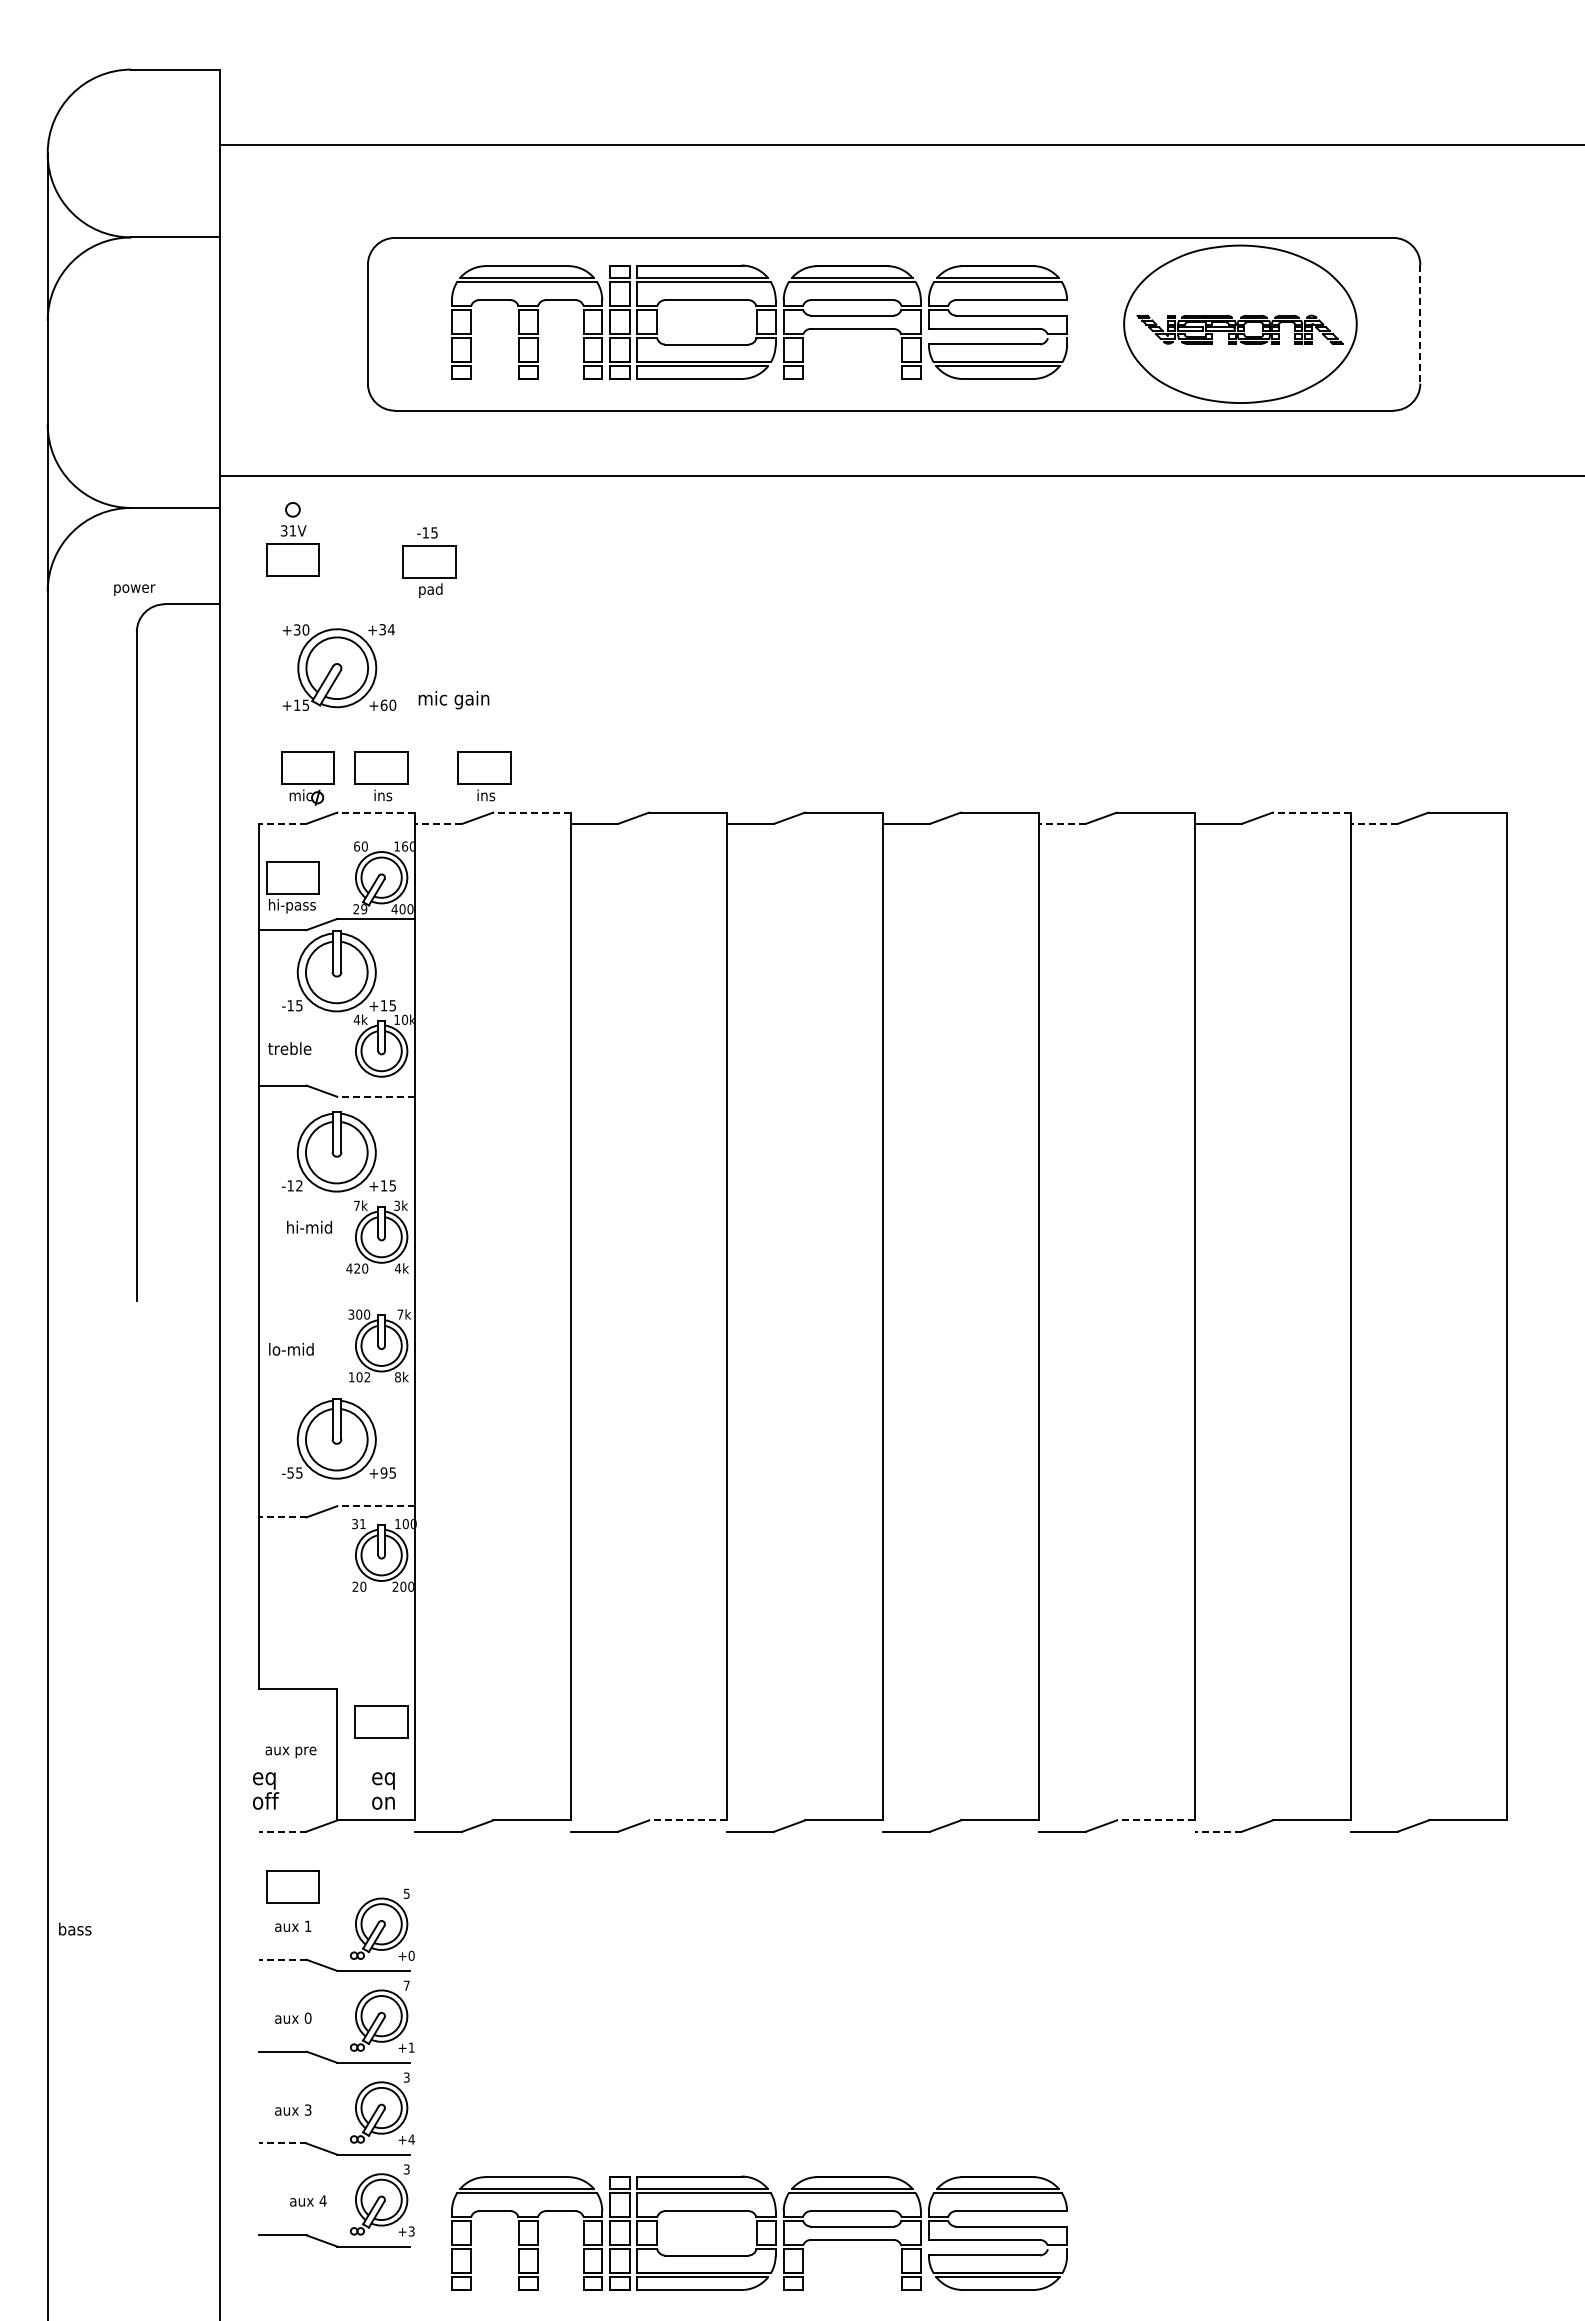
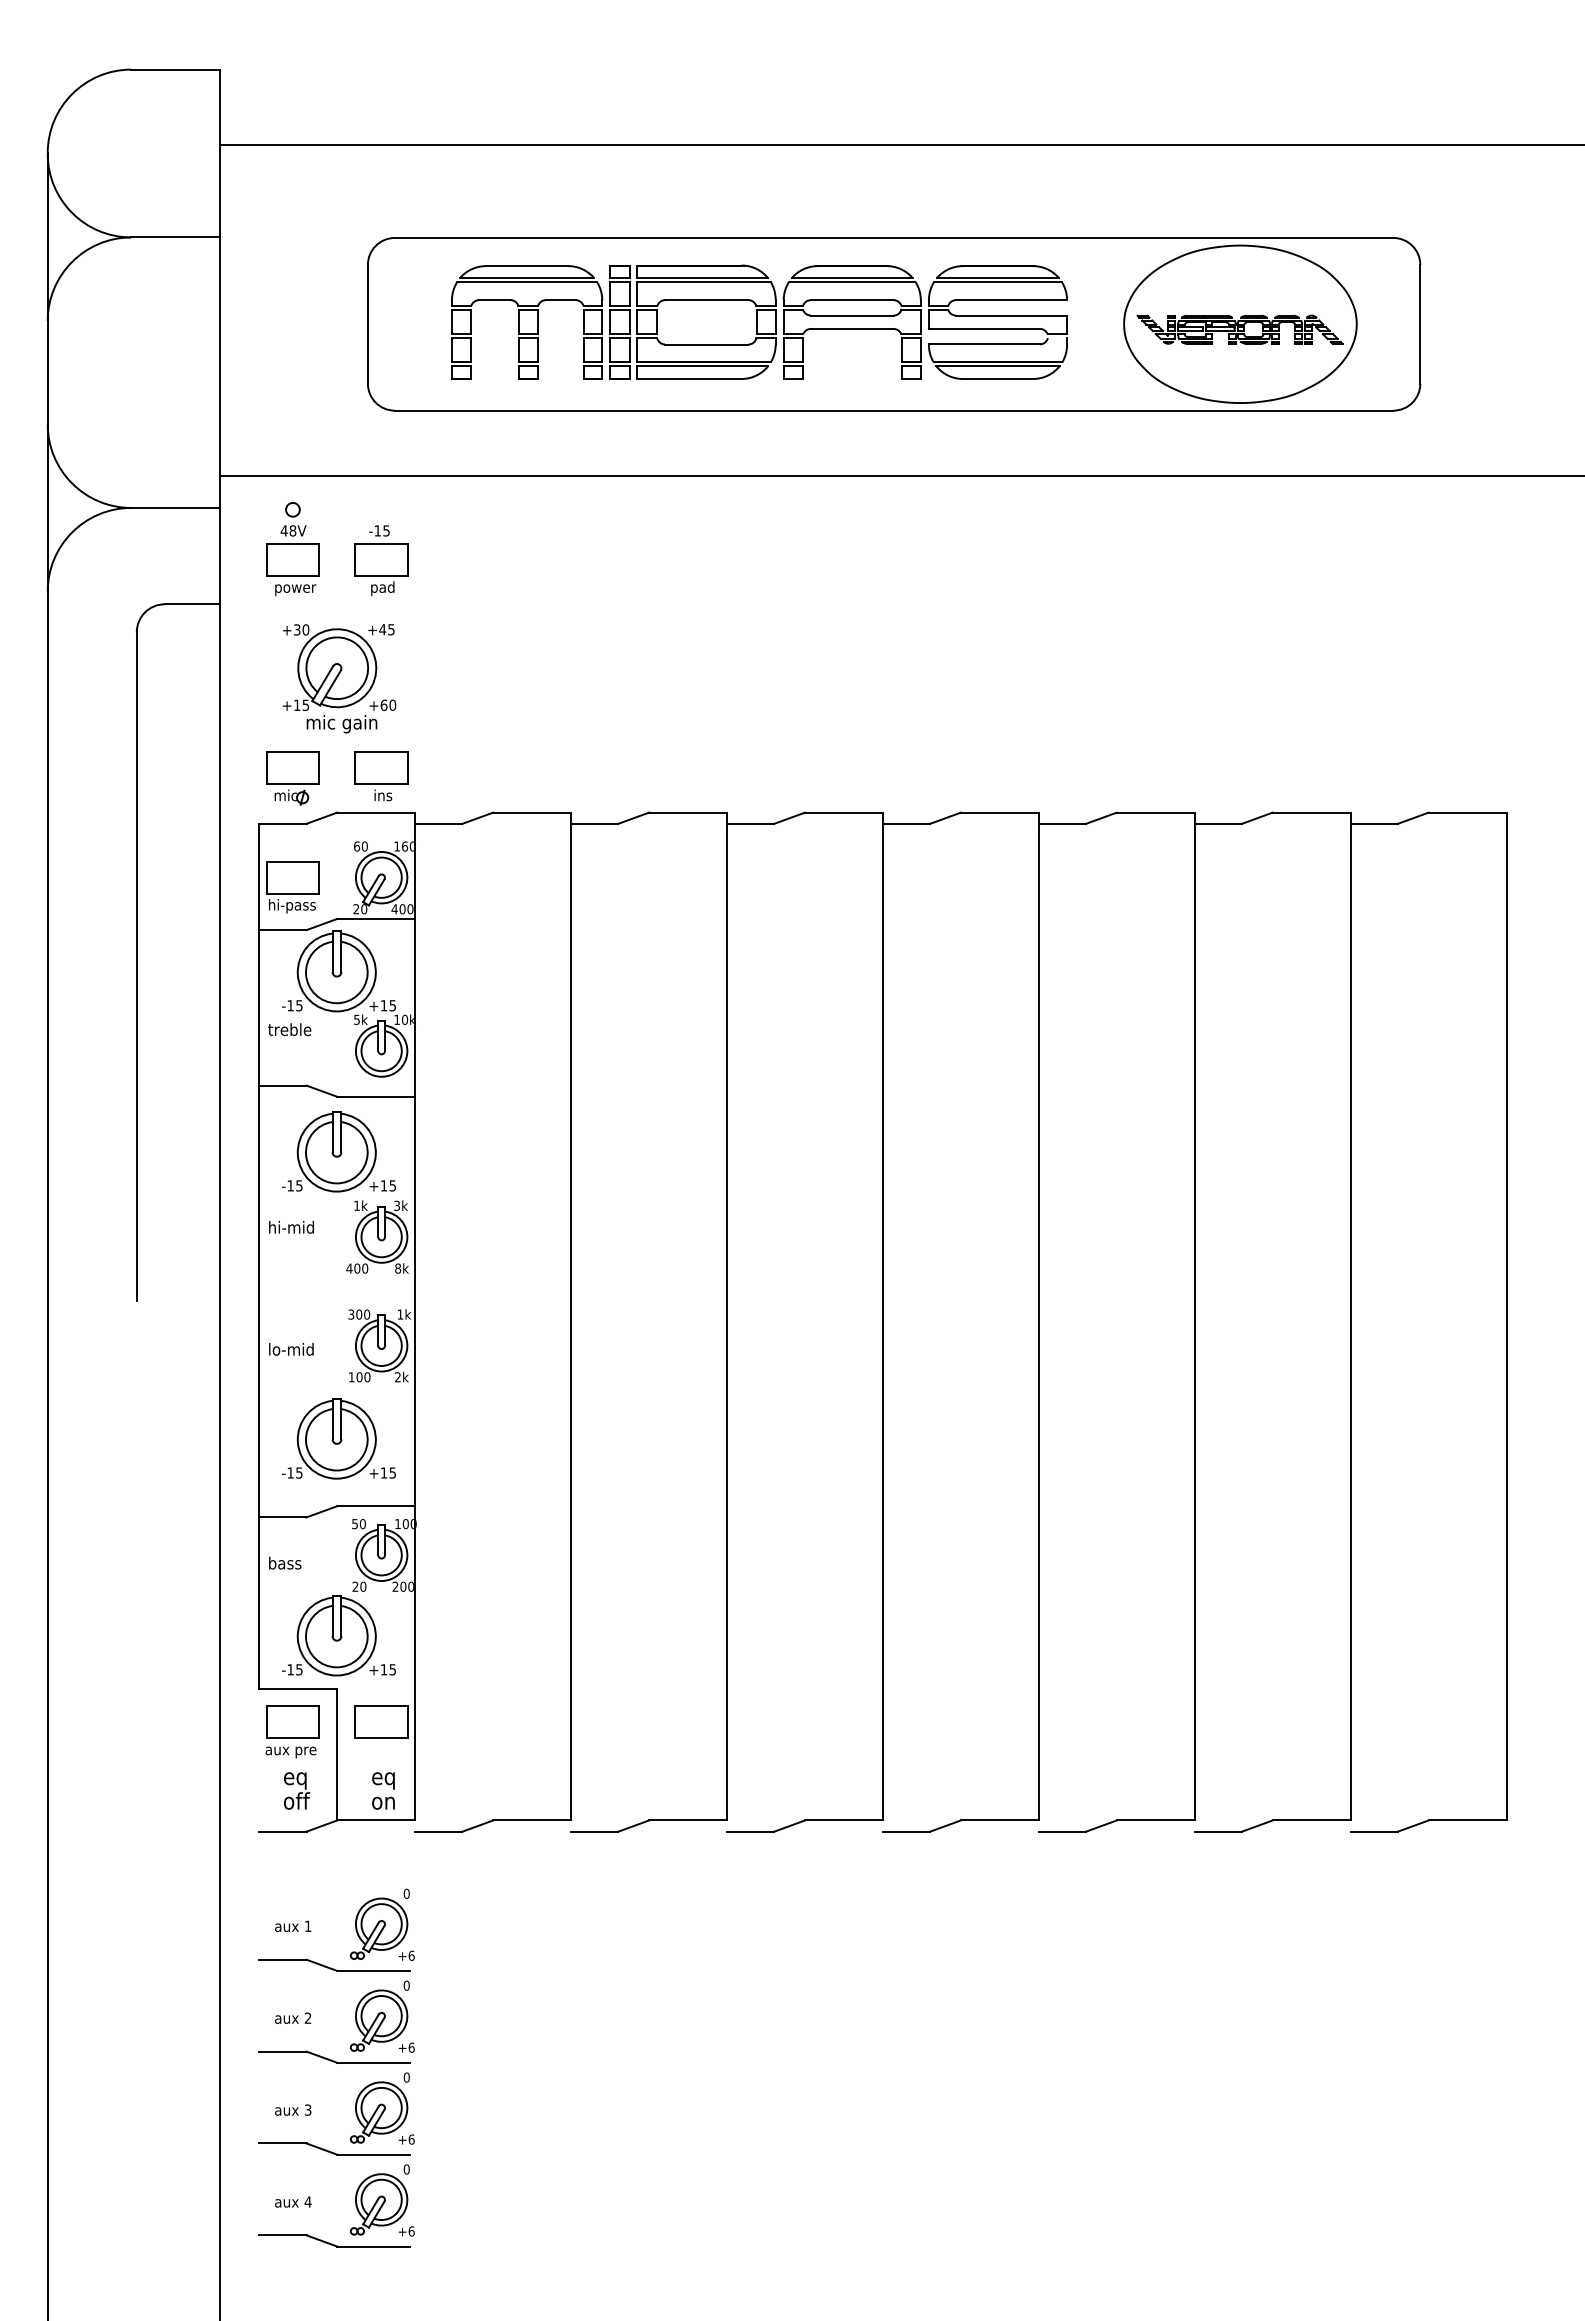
line at (1420, 324): dashed -> solid
text at (288, 530): 31V -> 48V
part at (429, 562) position: (429, 562) -> (381, 560)
text at (134, 589) position: (134, 589) -> (295, 589)
text at (386, 629): +34 -> +45
text at (453, 700) position: (453, 700) -> (341, 724)
part at (484, 776): present -> none
part at (307, 778) position: (307, 778) -> (292, 778)
line at (376, 812): dashed -> solid
line at (532, 812): dashed -> solid
line at (1311, 812): dashed -> solid
line at (282, 823): dashed -> solid
line at (438, 823): dashed -> solid
line at (1062, 823): dashed -> solid
line at (1374, 823): dashed -> solid
text at (364, 909): 29 -> 20
text at (356, 1019): 4k -> 5k
text at (289, 1048) position: (289, 1048) -> (289, 1029)
line at (376, 1096): dashed -> solid
text at (299, 1185): -12 -> -15
text at (356, 1205): 7k -> 1k
text at (309, 1227) position: (309, 1227) -> (291, 1227)
text at (357, 1268): 420 -> 400
text at (397, 1268): 4k -> 8k
text at (400, 1314): 7k -> 1k
text at (367, 1377): 102 -> 100
text at (397, 1377): 8k -> 2k
text at (290, 1472): -55 -> -15
text at (383, 1472): +95 -> +15
line at (376, 1506): dashed -> solid
line at (282, 1517): dashed -> solid
text at (358, 1524): 31 -> 50
part at (338, 1635): none -> present
text at (266, 1790) position: (266, 1790) -> (297, 1790)
line at (688, 1820): dashed -> solid
line at (1155, 1820): dashed -> solid
line at (282, 1831): dashed -> solid
line at (1218, 1831): dashed -> solid
part at (292, 1886) position: (292, 1886) -> (292, 1721)
text at (406, 1893): 5 -> 0
text at (75, 1928) position: (75, 1928) -> (285, 1562)
text at (411, 1955): +0 -> +6
line at (282, 1959): dashed -> solid
text at (406, 1985): 7 -> 0
text at (307, 2017): 0 -> 2
text at (411, 2047): +1 -> +6
text at (406, 2077): 3 -> 0
text at (411, 2139): +4 -> +6
line at (282, 2143): dashed -> solid
text at (406, 2169): 3 -> 0
text at (308, 2200) position: (308, 2200) -> (293, 2201)
text at (411, 2231): +3 -> +6
part at (759, 2232): present -> none
